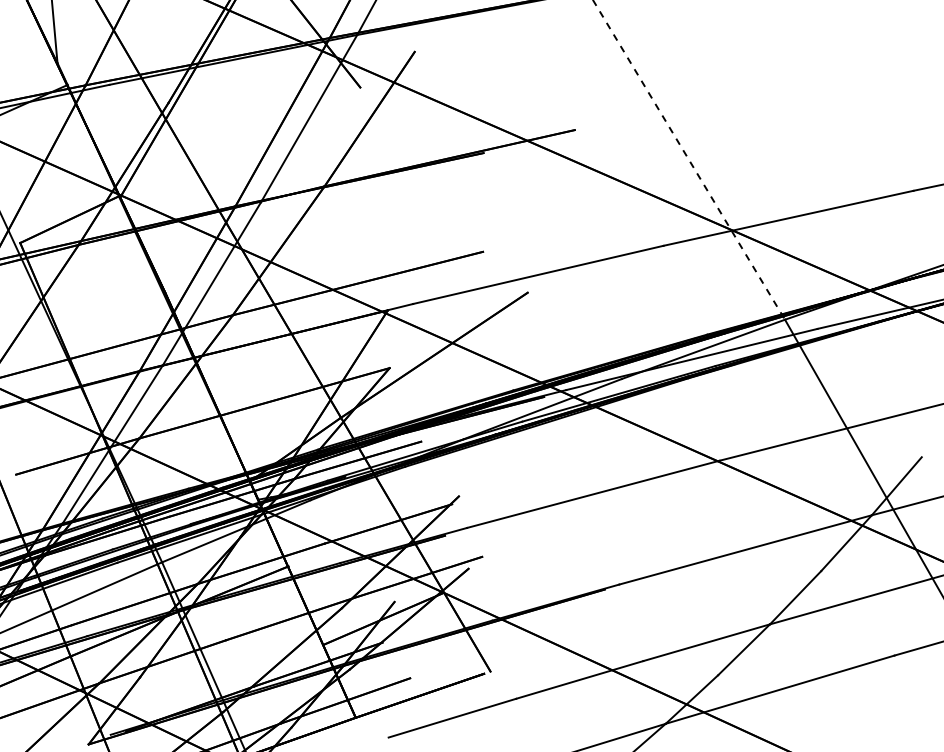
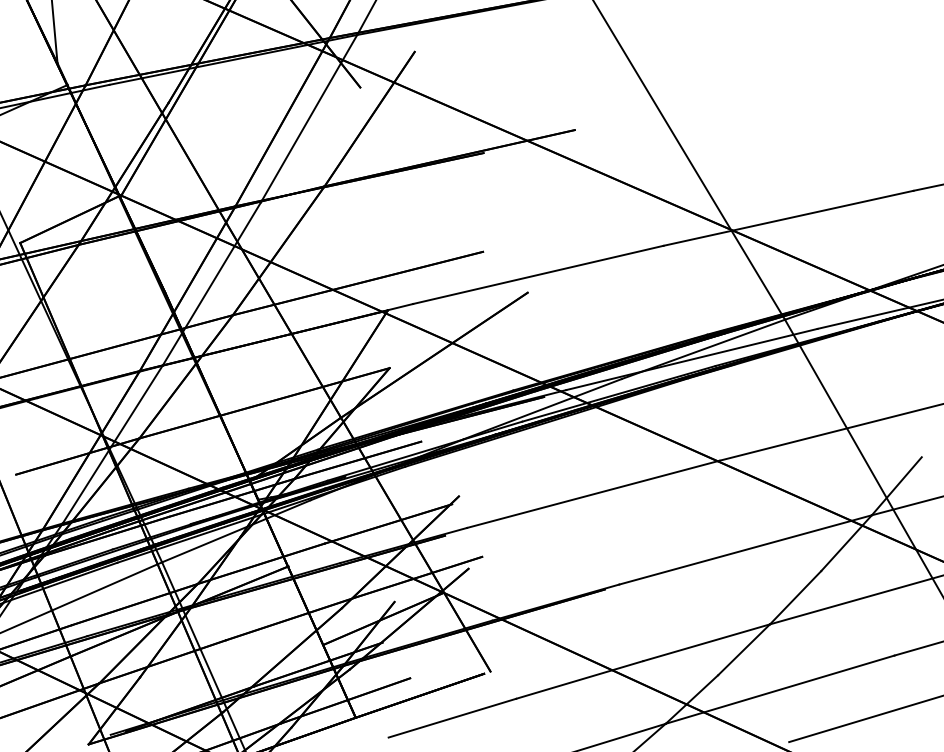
line at (689, 160): dashed -> solid
line at (864, 719): none -> present
